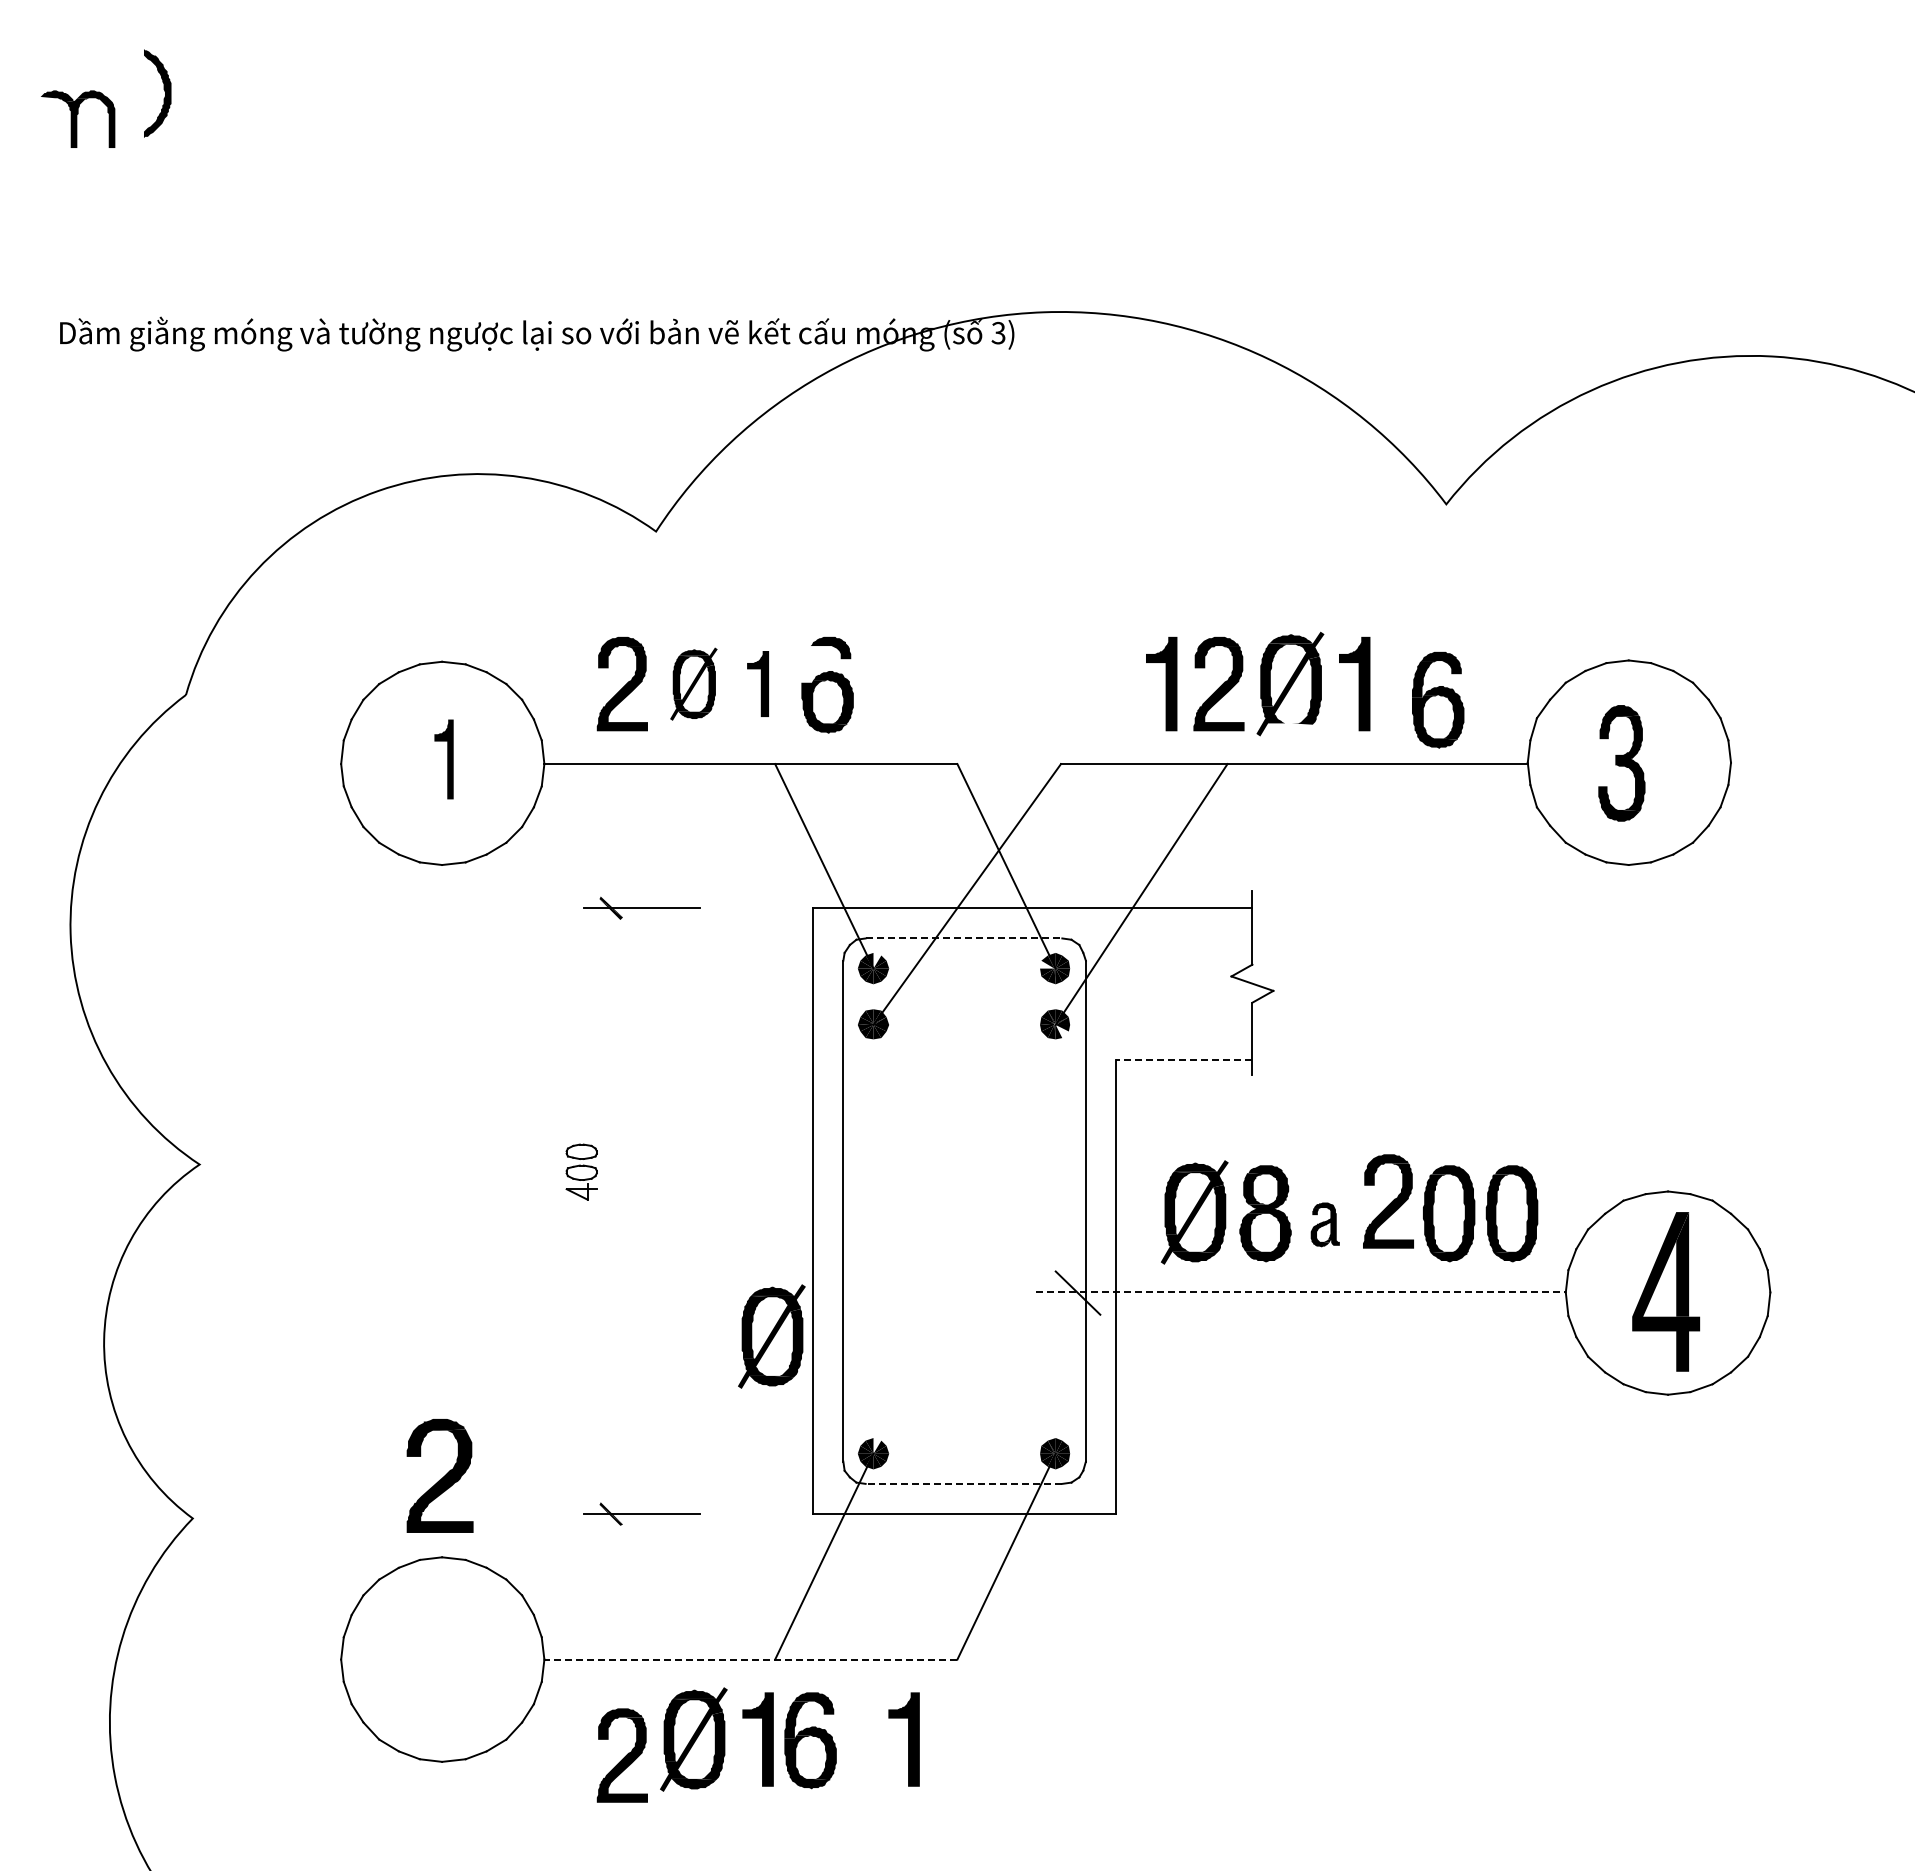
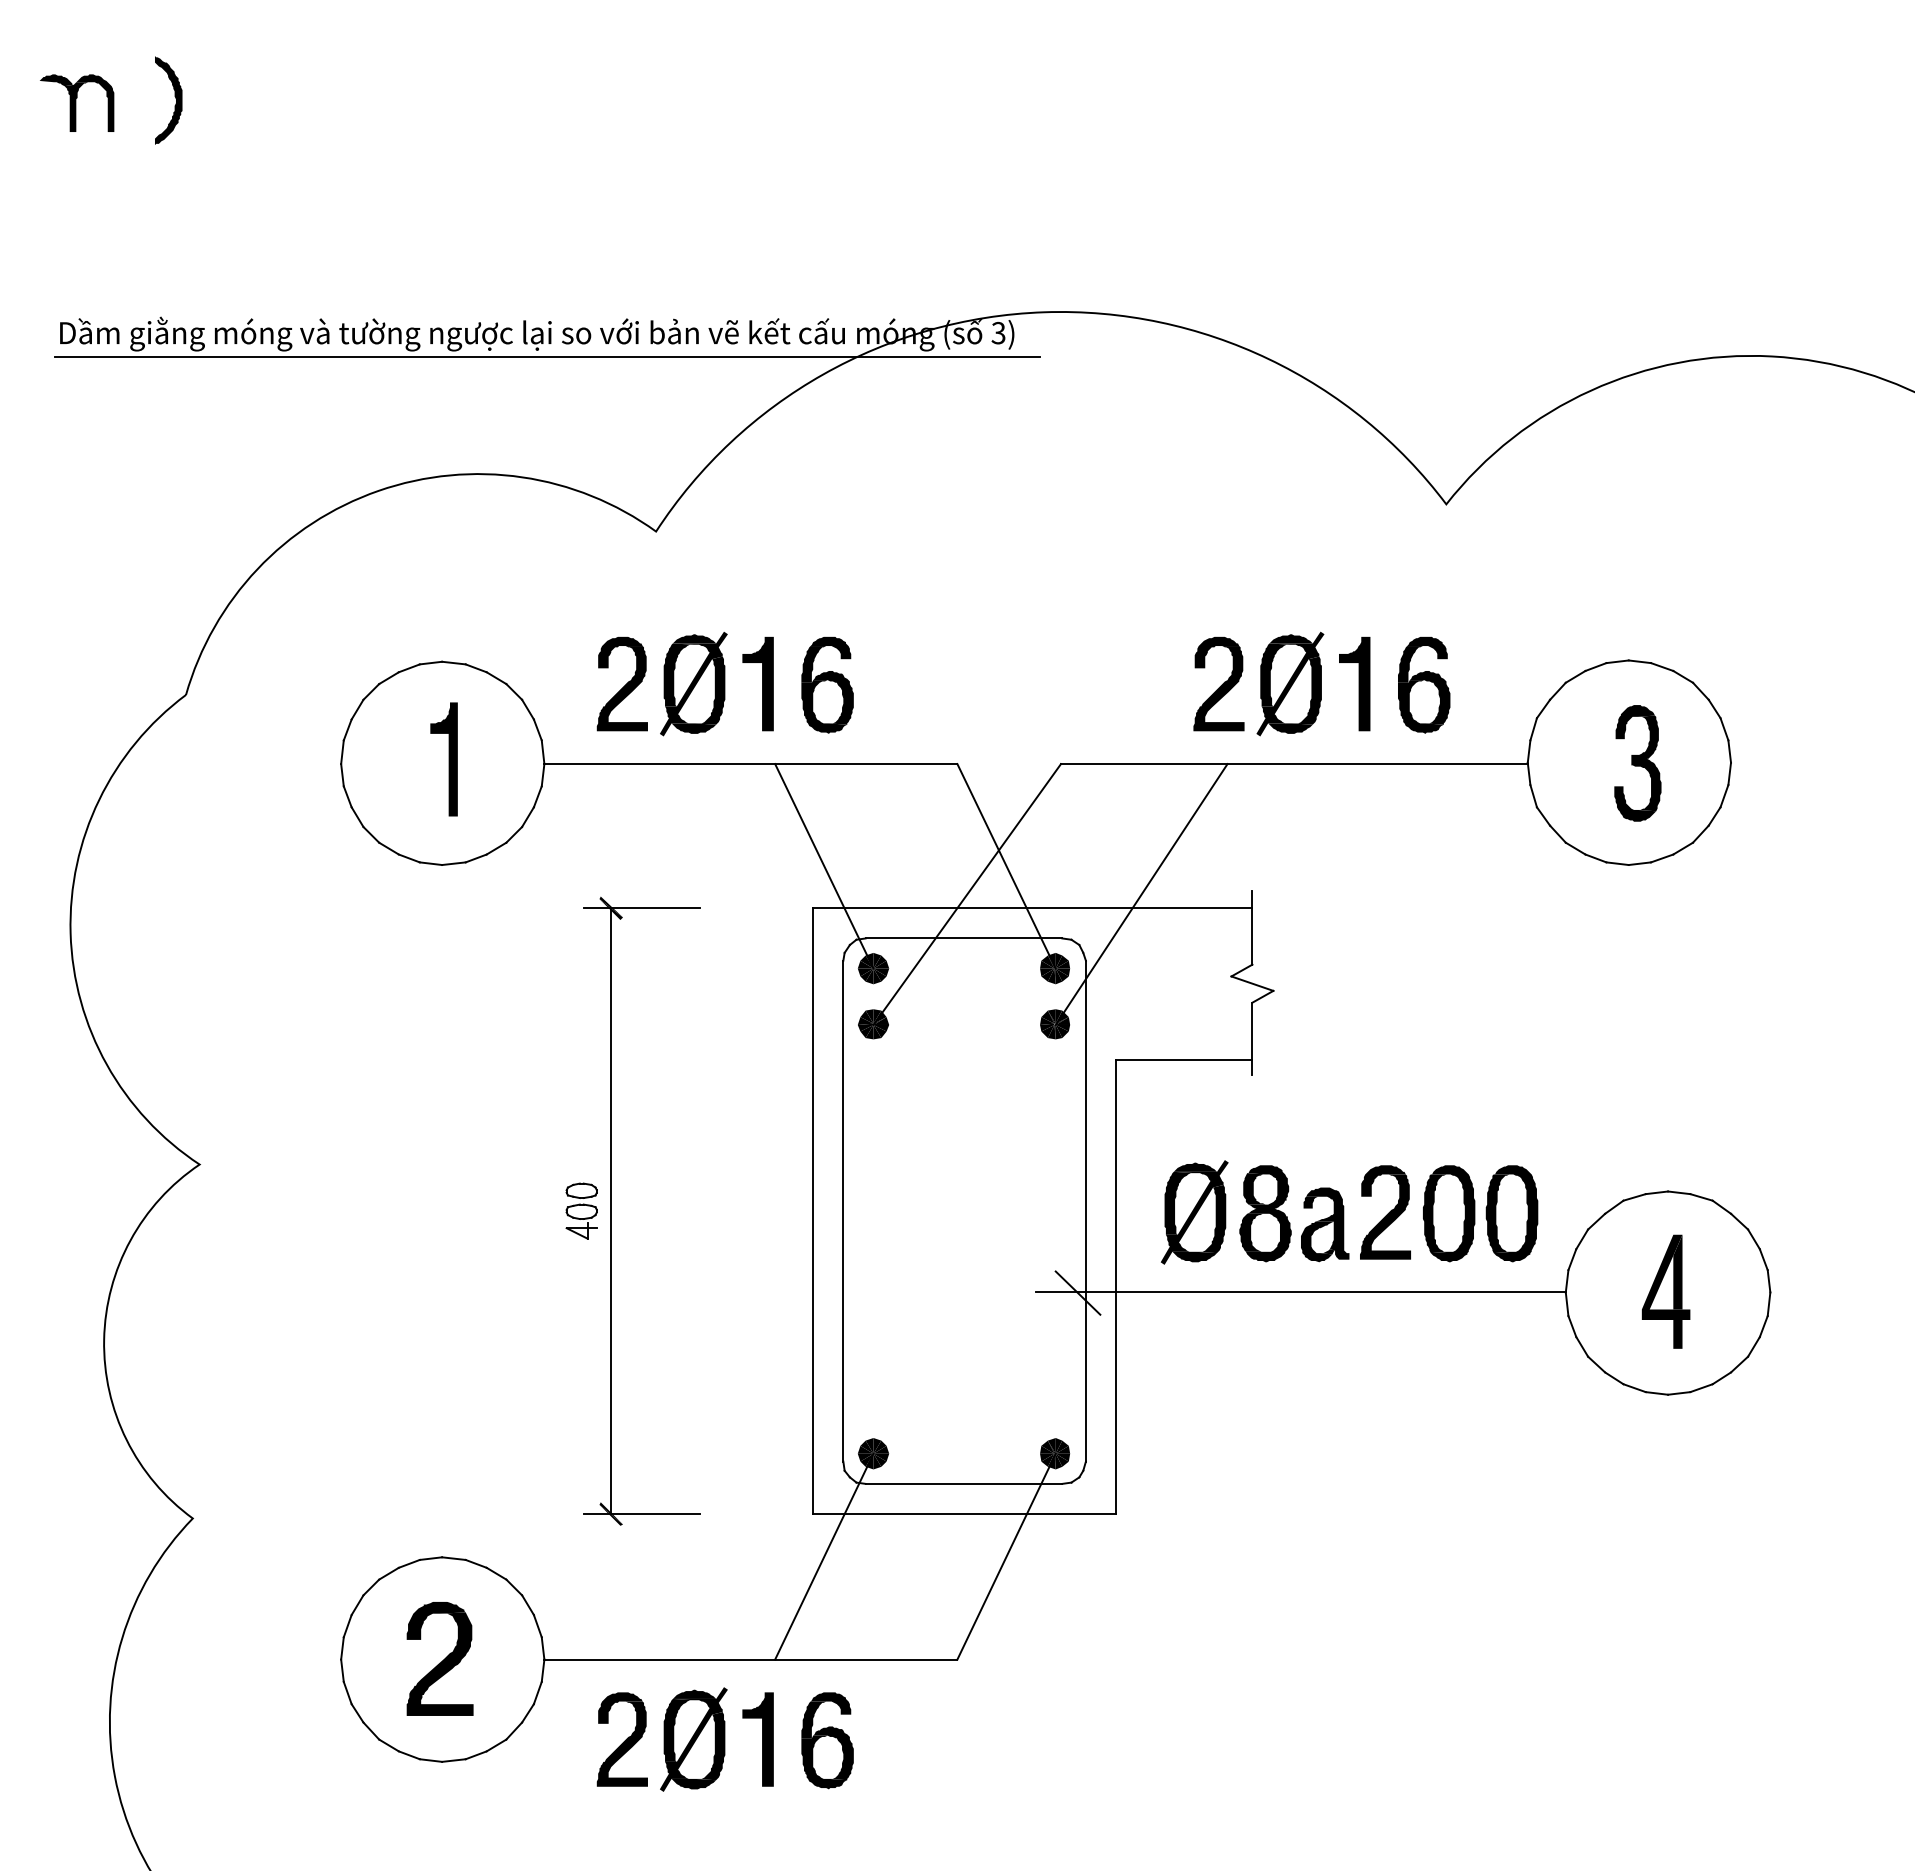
part at (163, 89) position: (163, 89) -> (174, 96)
part at (78, 118) position: (78, 118) -> (77, 102)
line at (546, 357): none -> present
fill at (814, 664): none -> present
part at (693, 683) size: 48x74 px -> 68x105 px
part at (757, 683) size: 22x66 px -> 32x96 px
part at (1161, 683): present -> none
part at (1438, 699) position: (1438, 699) -> (1424, 684)
fill at (1290, 728): none -> present
part at (443, 759) size: 20x81 px -> 28x115 px
part at (1621, 763) position: (1621, 763) -> (1637, 763)
line at (964, 938): dashed -> solid
fill at (877, 960): none -> present
fill at (1047, 964): none -> present
fill at (1061, 1031): none -> present
line at (1183, 1060): dashed -> solid
part at (581, 1171) position: (581, 1171) -> (581, 1210)
part at (1388, 1201) position: (1388, 1201) -> (1385, 1212)
line at (611, 1211): none -> present
part at (1324, 1224) size: 30x46 px -> 49x76 px
part at (1666, 1291) size: 69x160 px -> 50x115 px
line at (1300, 1292): dashed -> solid
part at (771, 1336): present -> none
fill at (877, 1445): none -> present
part at (439, 1475) position: (439, 1475) -> (439, 1658)
line at (963, 1483): dashed -> solid
line at (750, 1659): dashed -> solid
part at (903, 1739): present -> none
part at (810, 1740) position: (810, 1740) -> (827, 1740)
part at (621, 1755) position: (621, 1755) -> (621, 1739)
